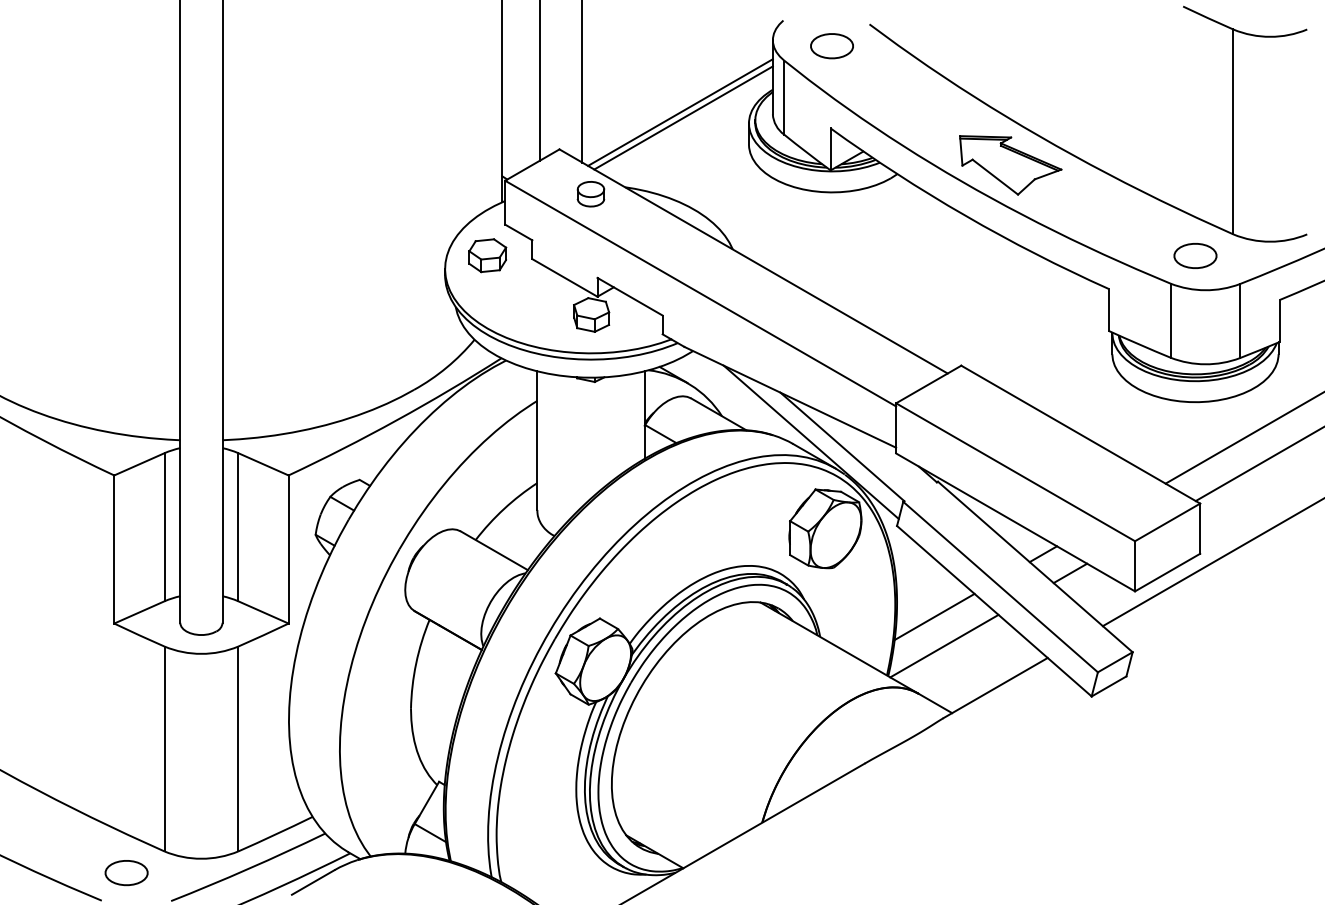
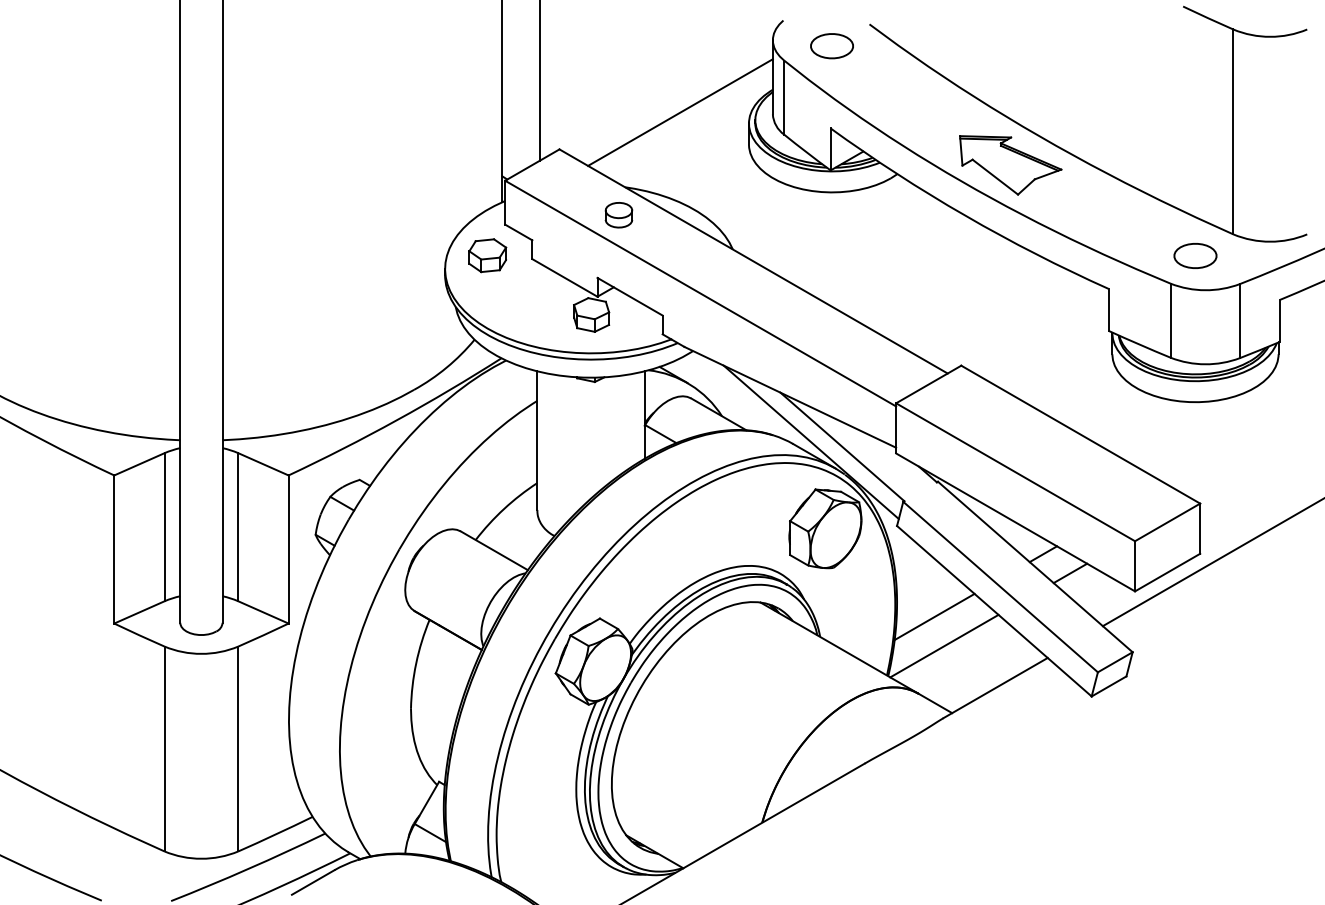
line at (582, 82): present -> none
line at (683, 117): present -> none
part at (590, 194) position: (590, 194) -> (618, 215)
line at (1243, 438): present -> none
line at (1258, 464): present -> none
part at (126, 873): present -> none
